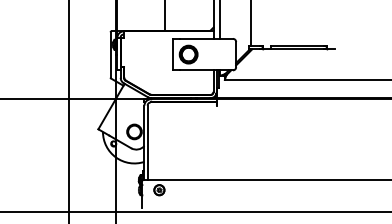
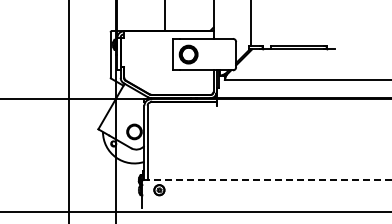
line at (220, 20): present -> none
line at (267, 179): solid -> dashed
